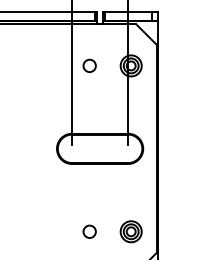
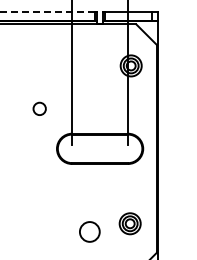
line at (46, 12): solid -> dashed
circle at (89, 65) position: (89, 65) -> (39, 108)
circle at (89, 231) size: 15x15 px -> 22x22 px
part at (130, 231) position: (130, 231) -> (129, 223)
